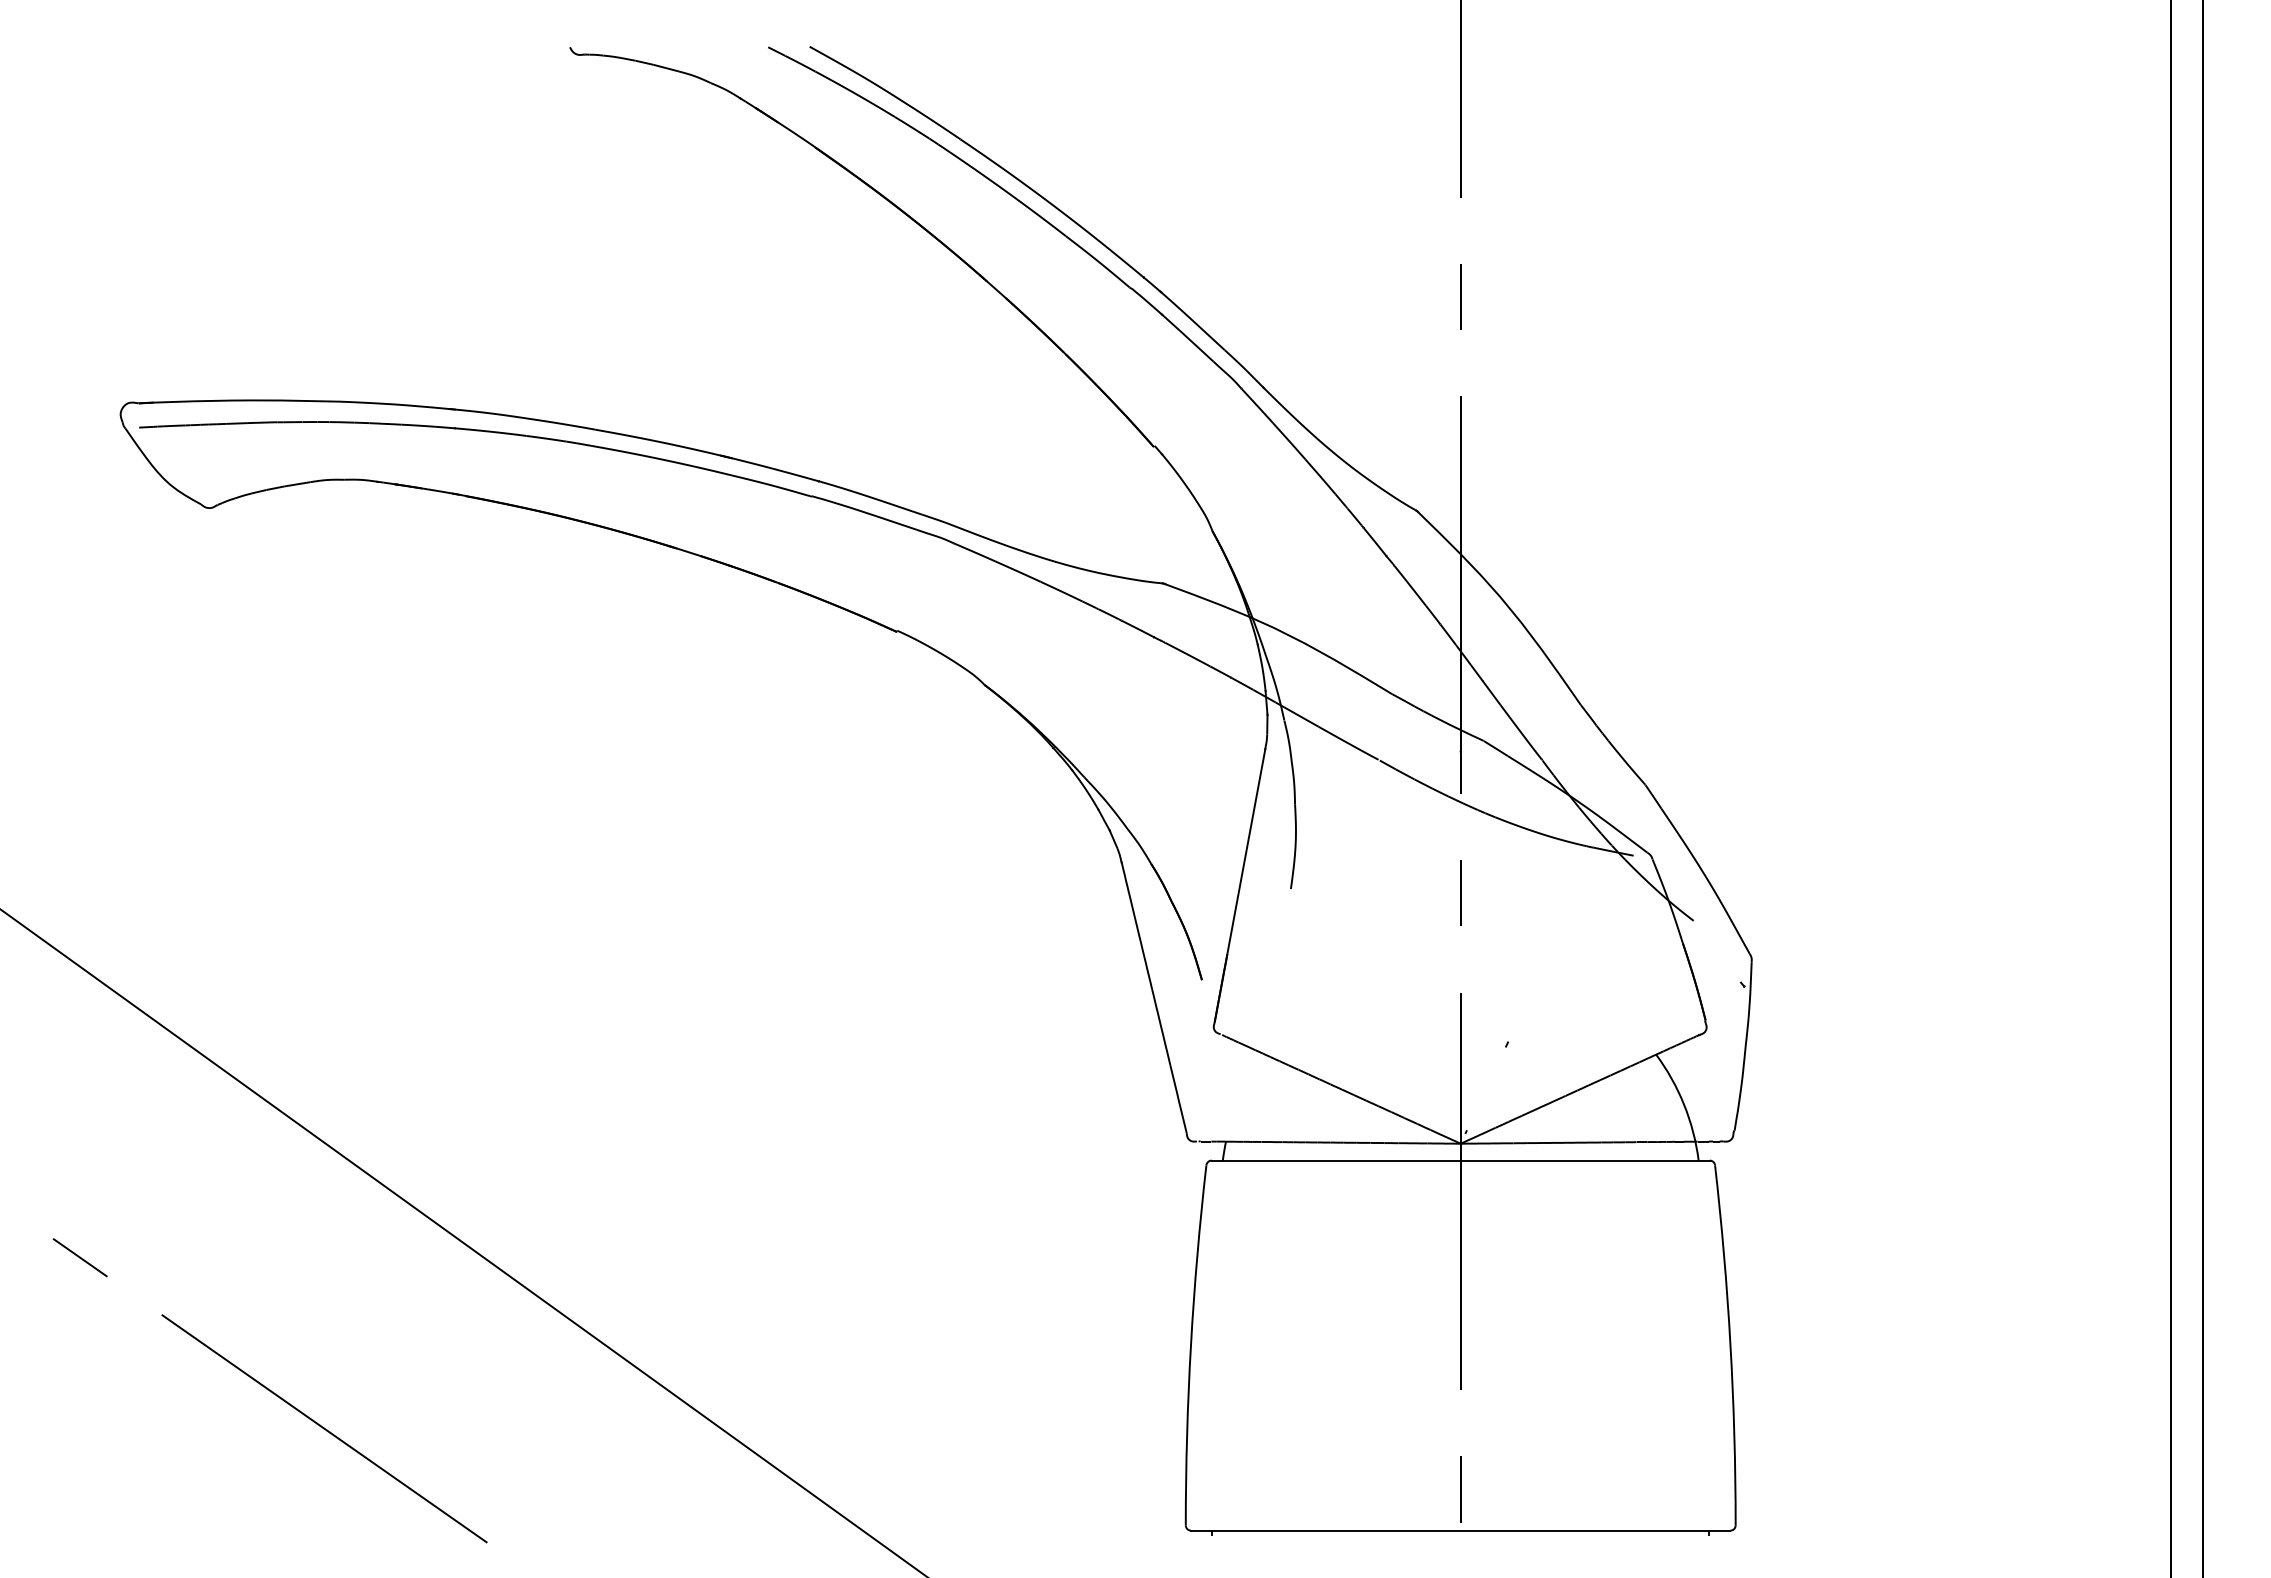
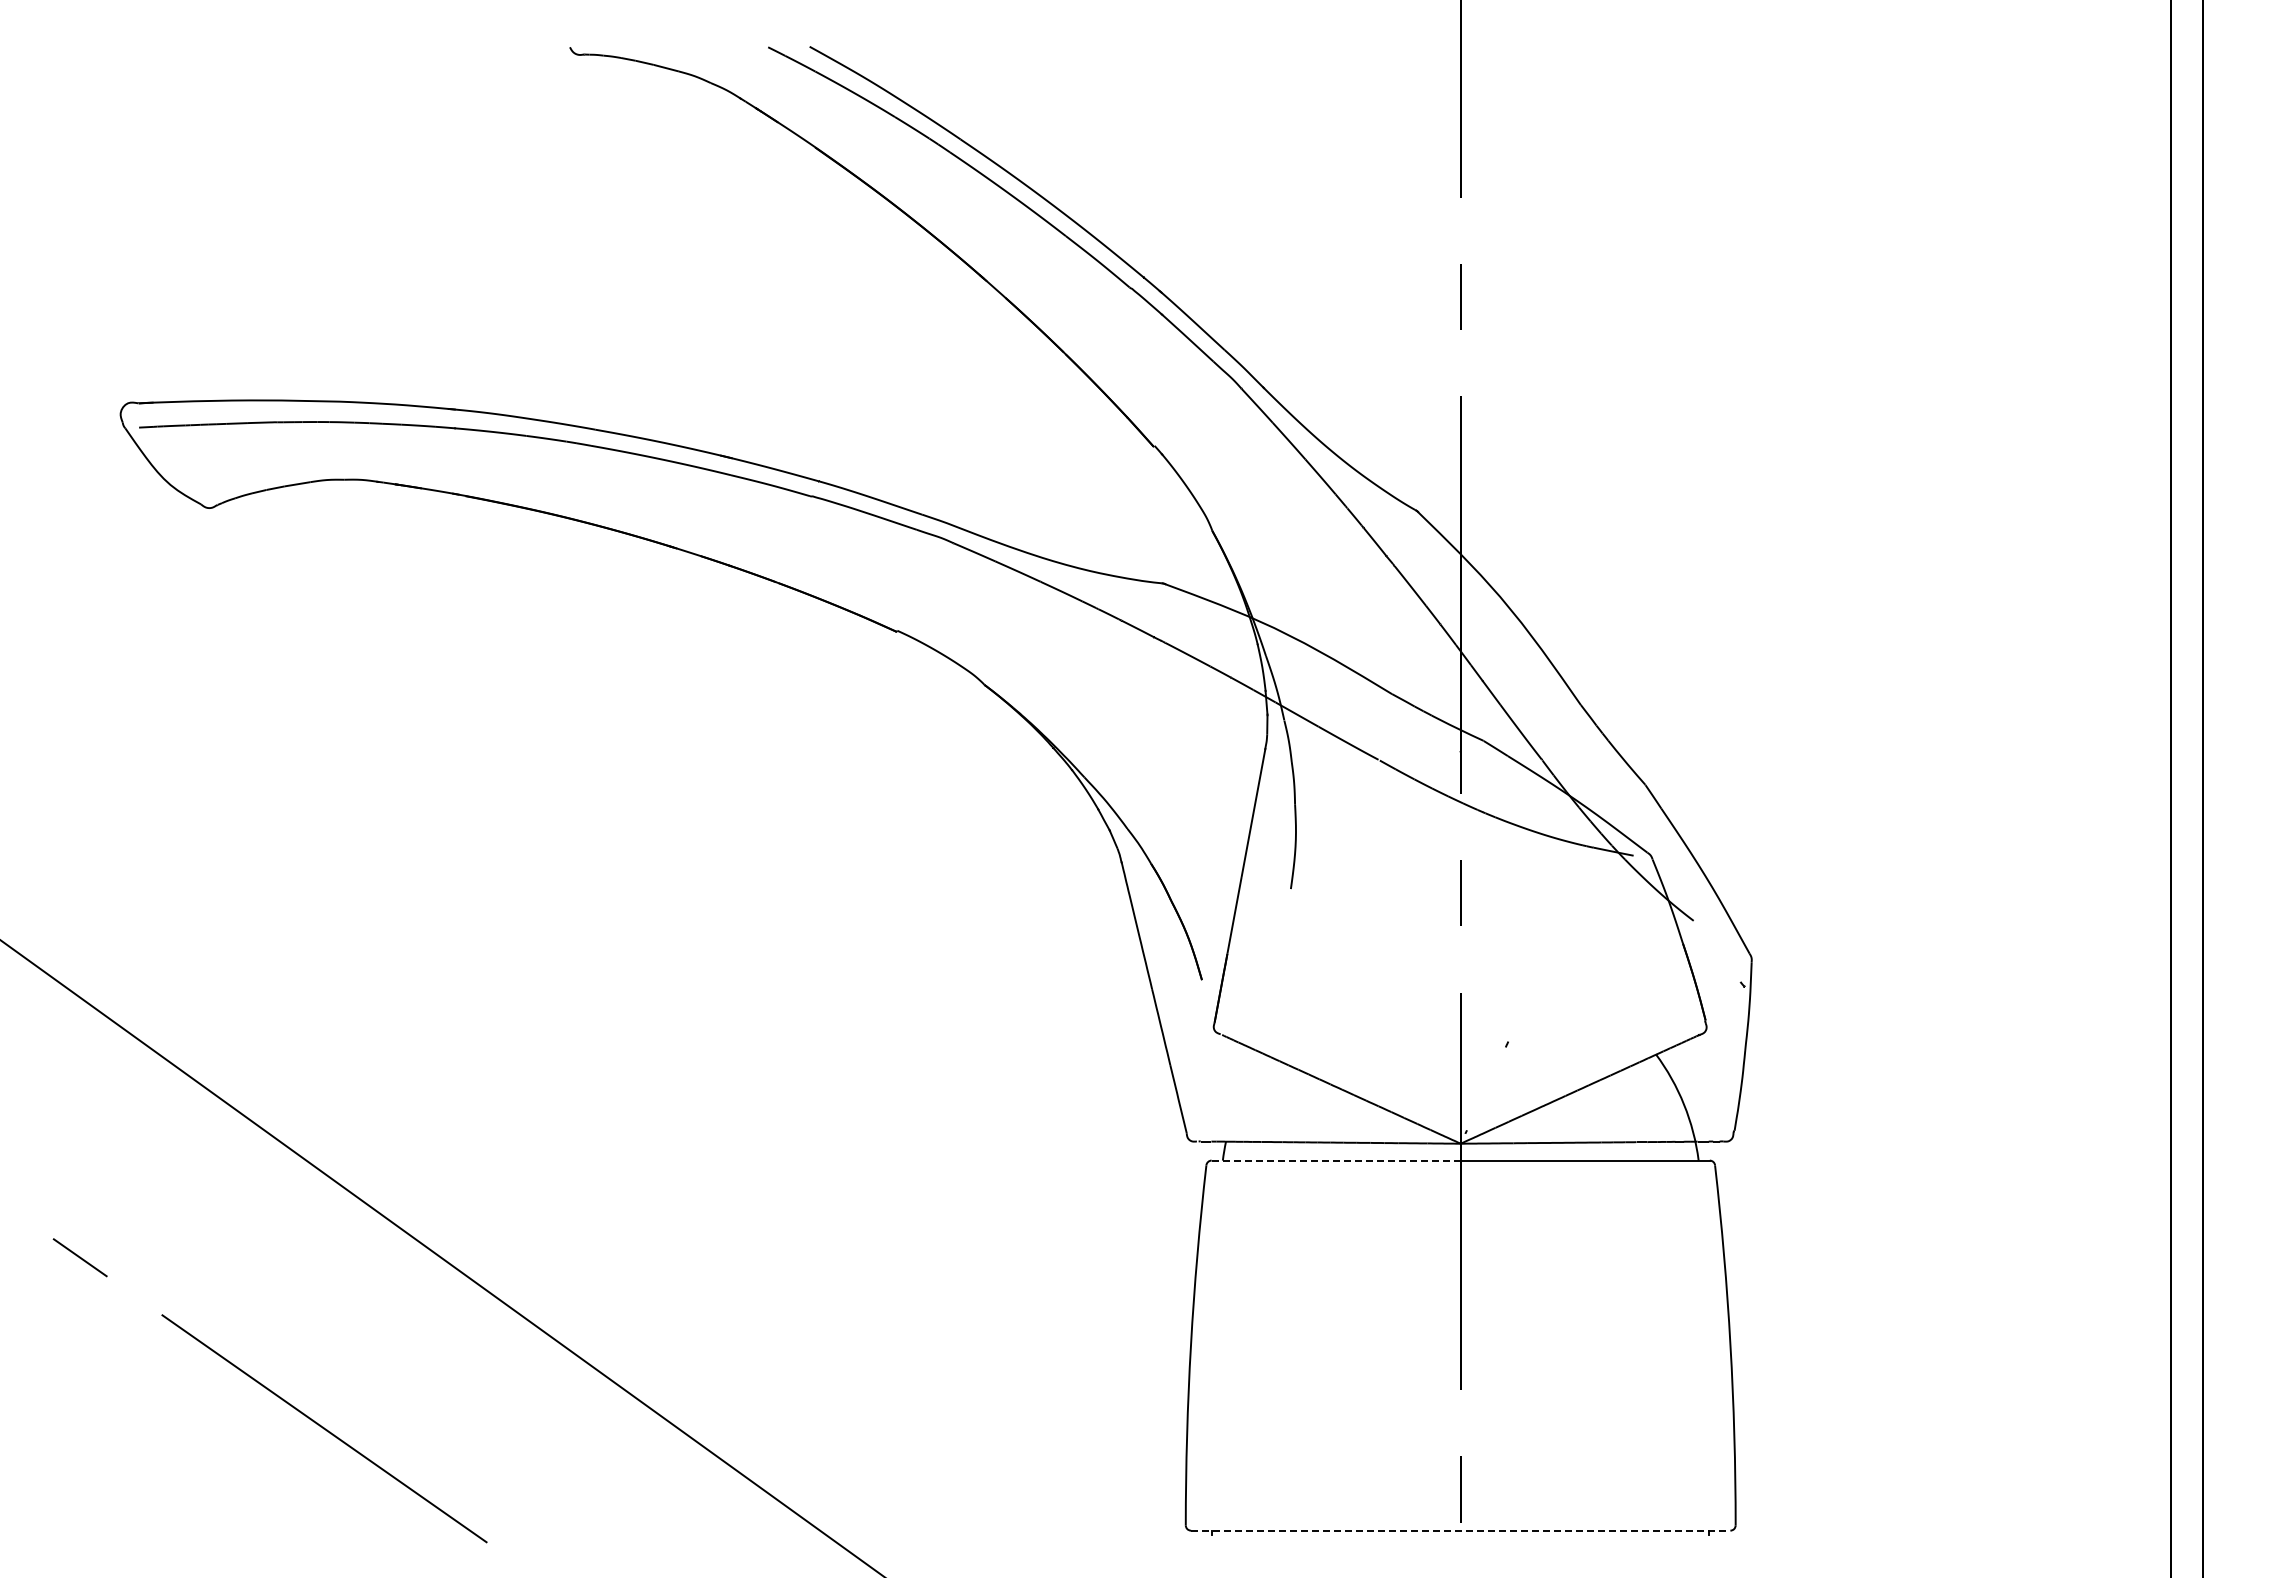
line at (1336, 1160): solid -> dashed
line at (463, 1242) position: (463, 1242) -> (441, 1257)
line at (1460, 1530): solid -> dashed
